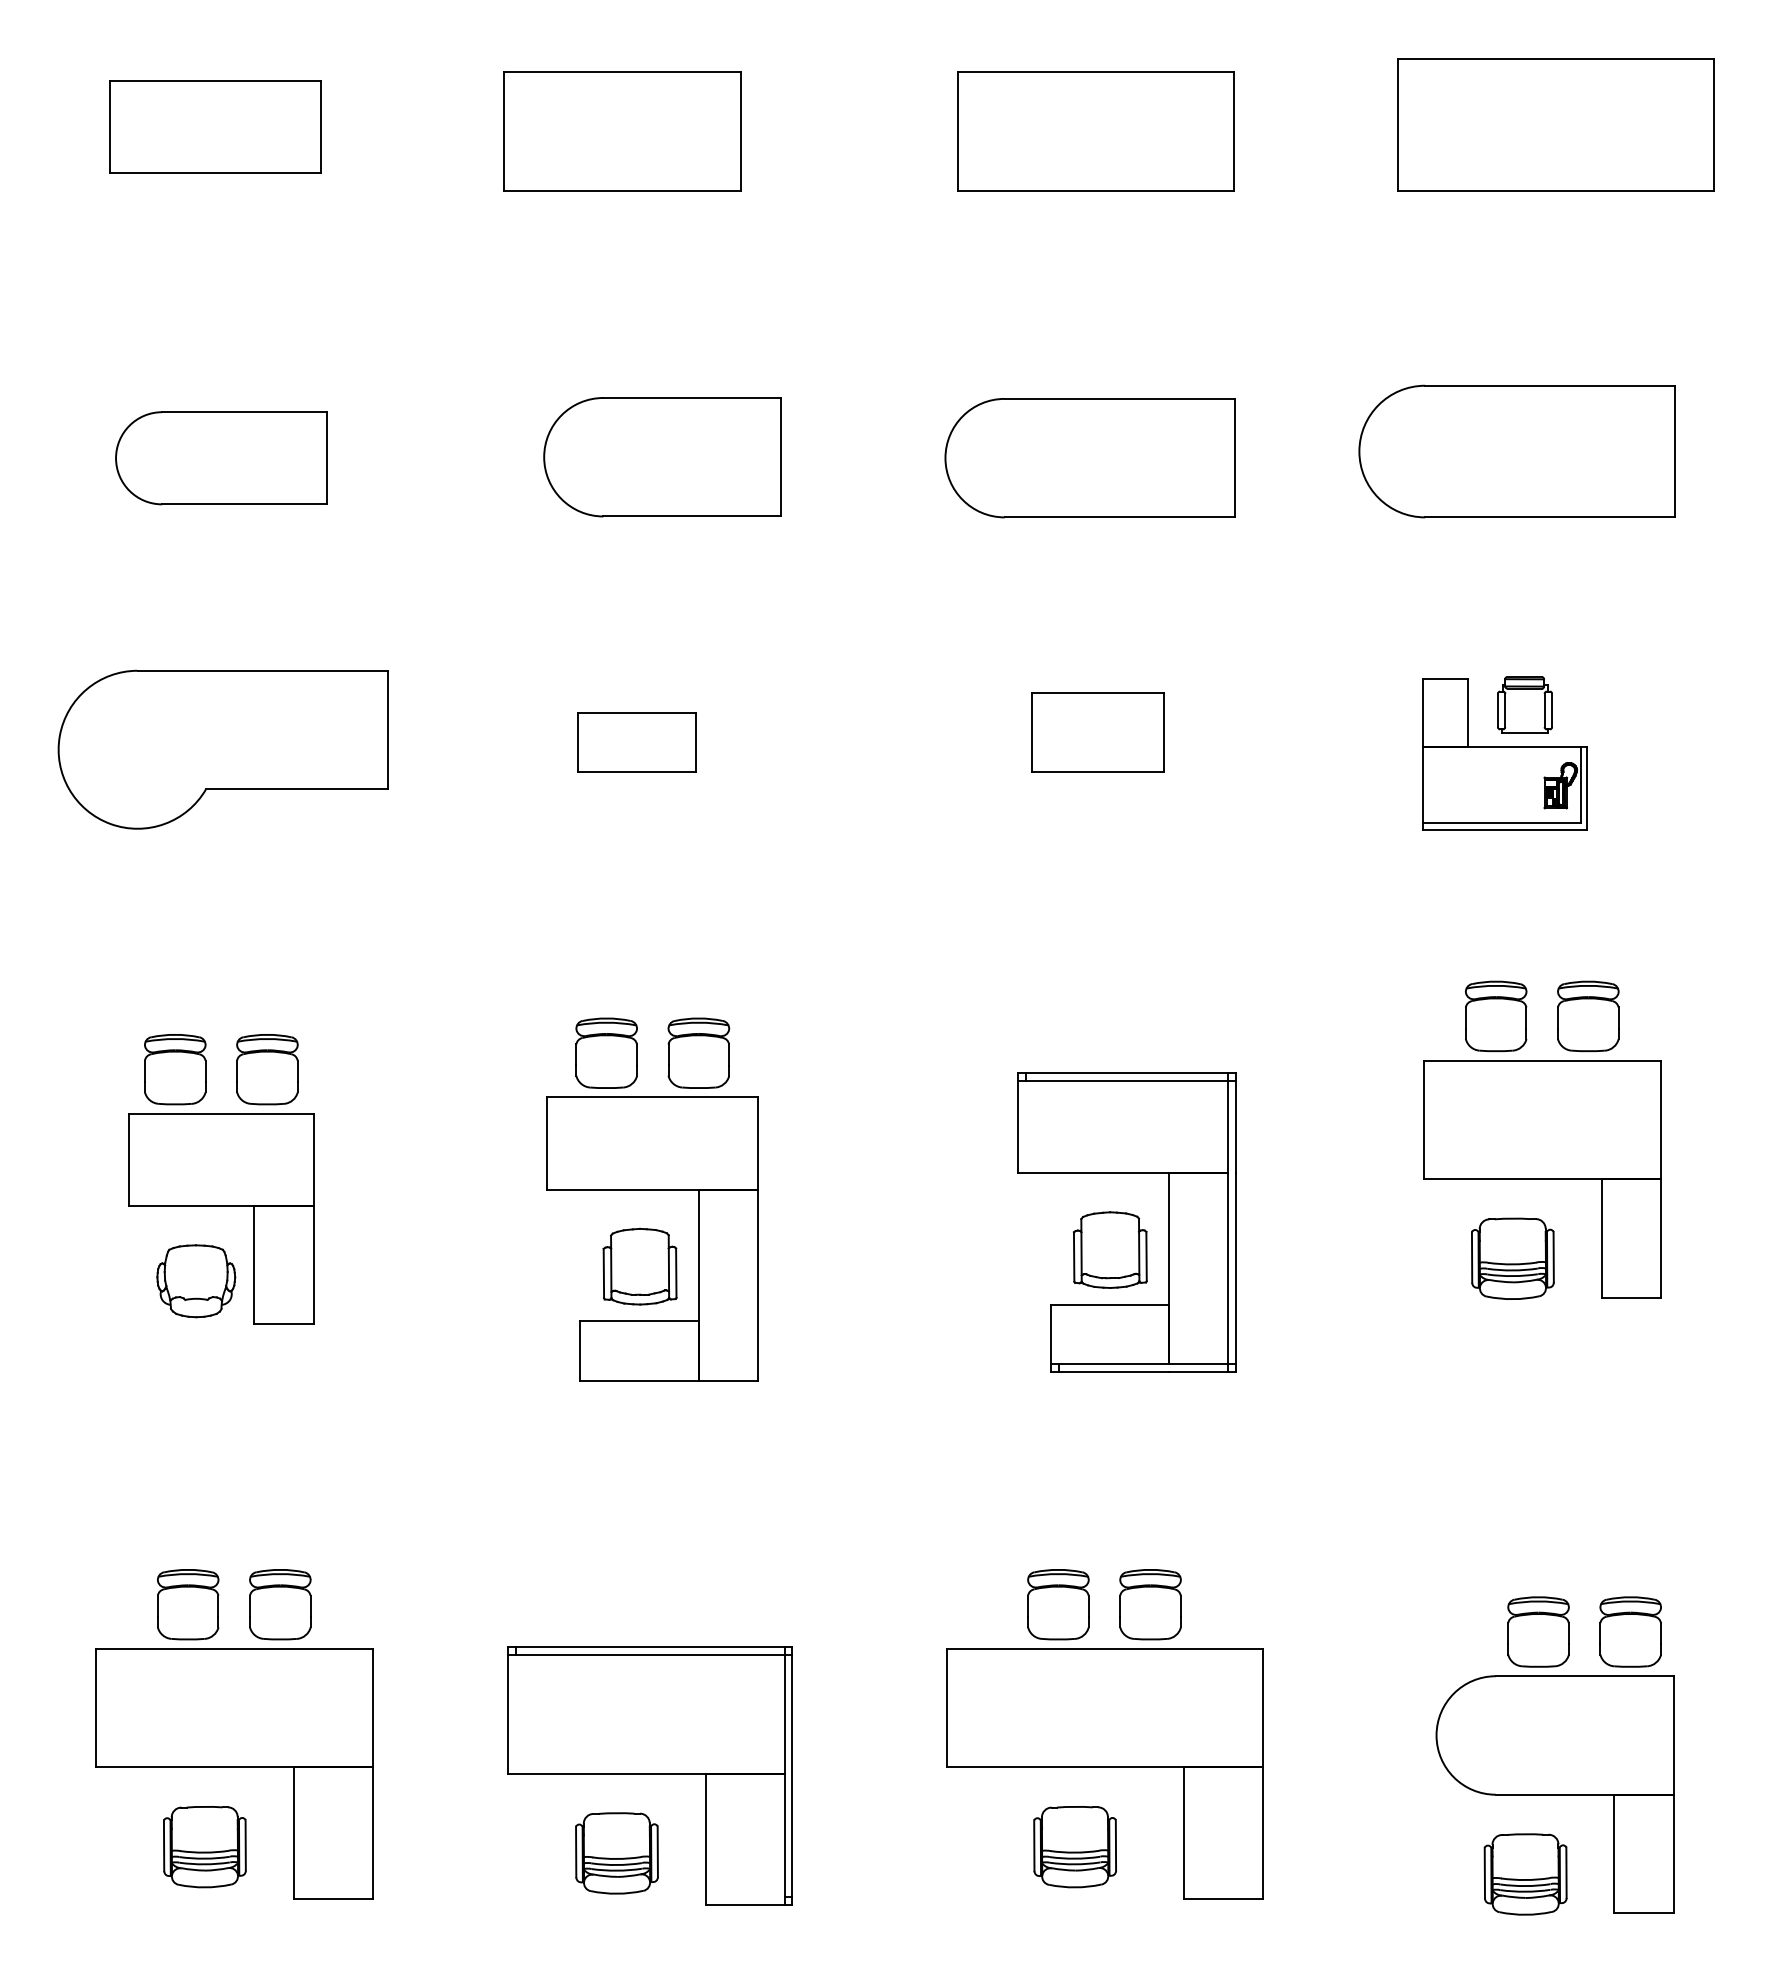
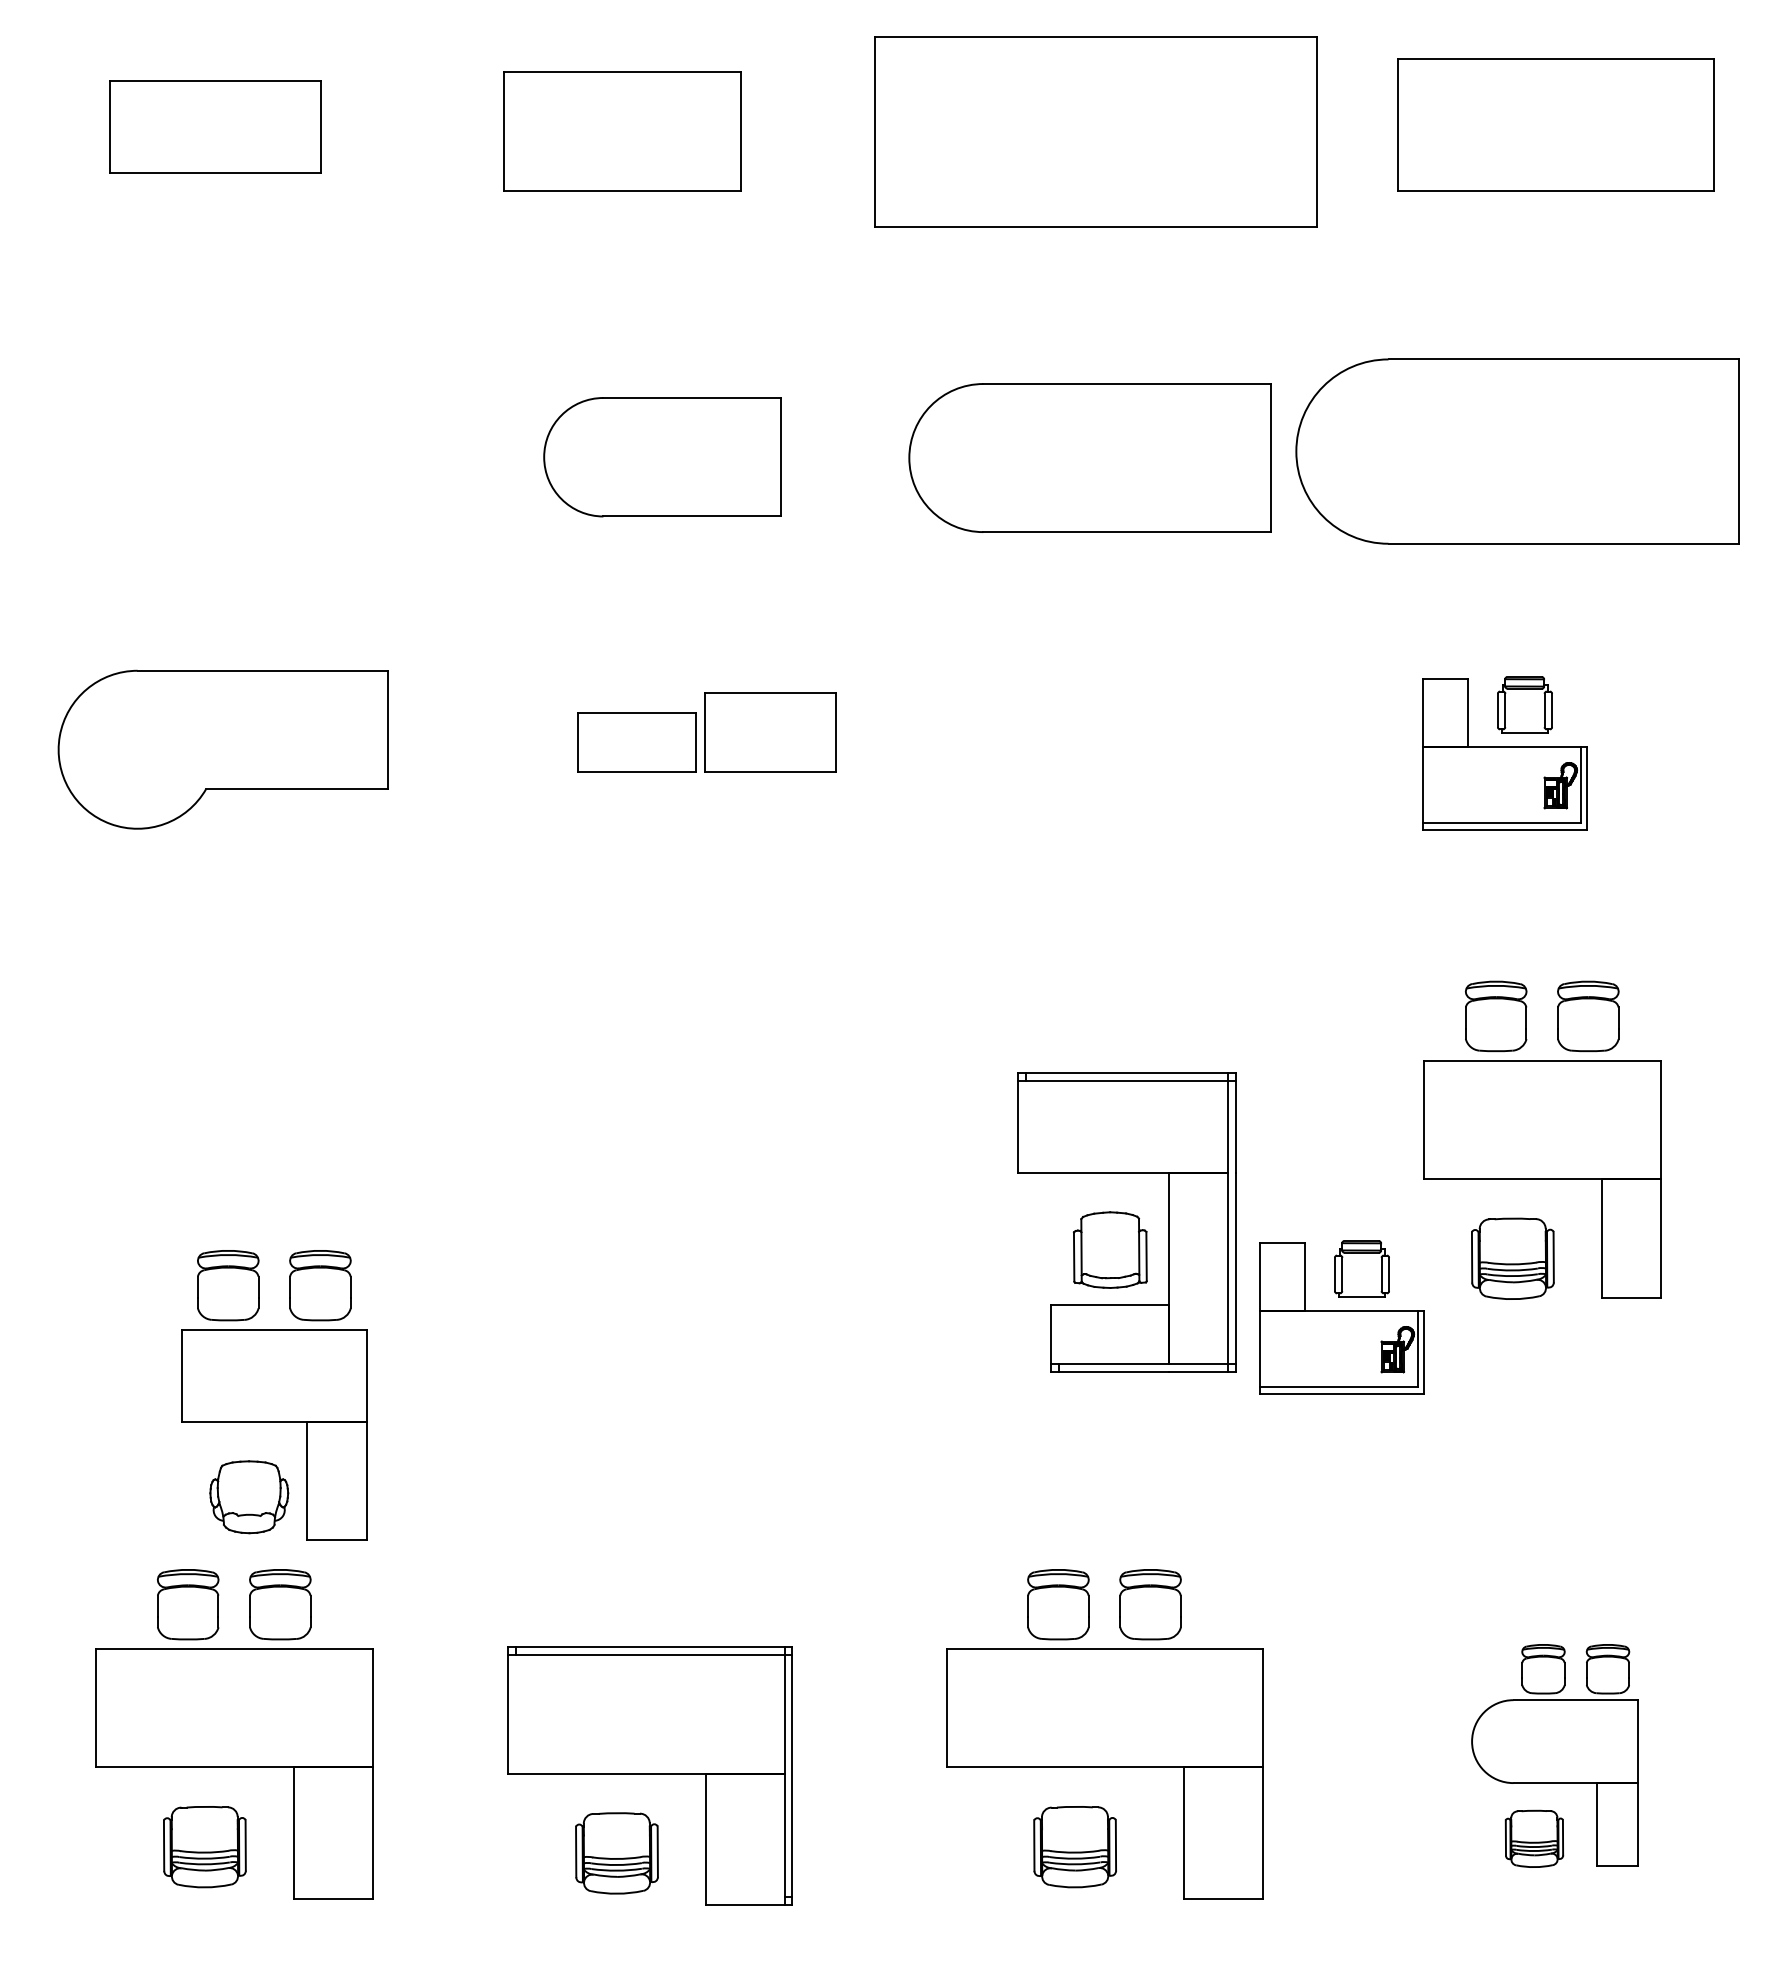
part at (1095, 131) size: 278x121 px -> 444x192 px
part at (1516, 451) size: 318x135 px -> 445x187 px
part at (221, 458): present -> none
part at (1089, 458) size: 292x121 px -> 364x150 px
part at (1097, 732) position: (1097, 732) -> (770, 732)
part at (221, 1179) position: (221, 1179) -> (274, 1395)
part at (652, 1190): present -> none
part at (1341, 1317): none -> present
part at (1554, 1755) size: 240x320 px -> 168x224 px
